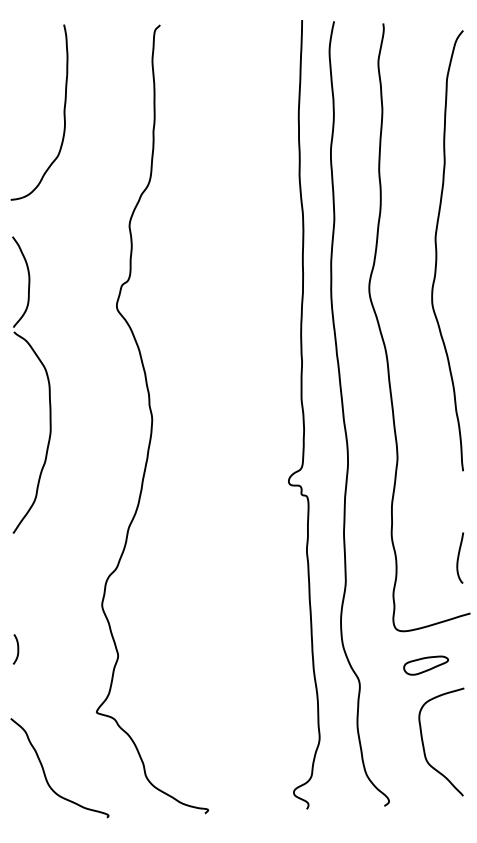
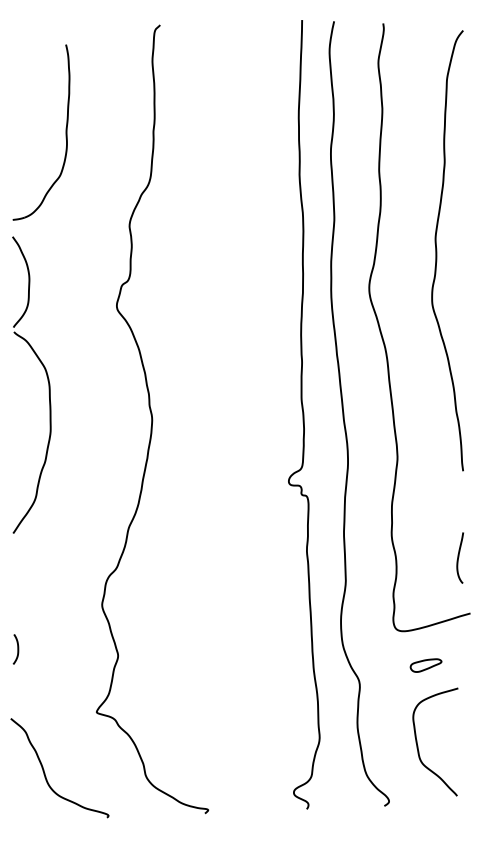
part at (63, 112) position: (63, 112) -> (65, 132)
part at (425, 665) size: 46x21 px -> 34x15 px
curve at (424, 745) position: (424, 745) -> (418, 745)
